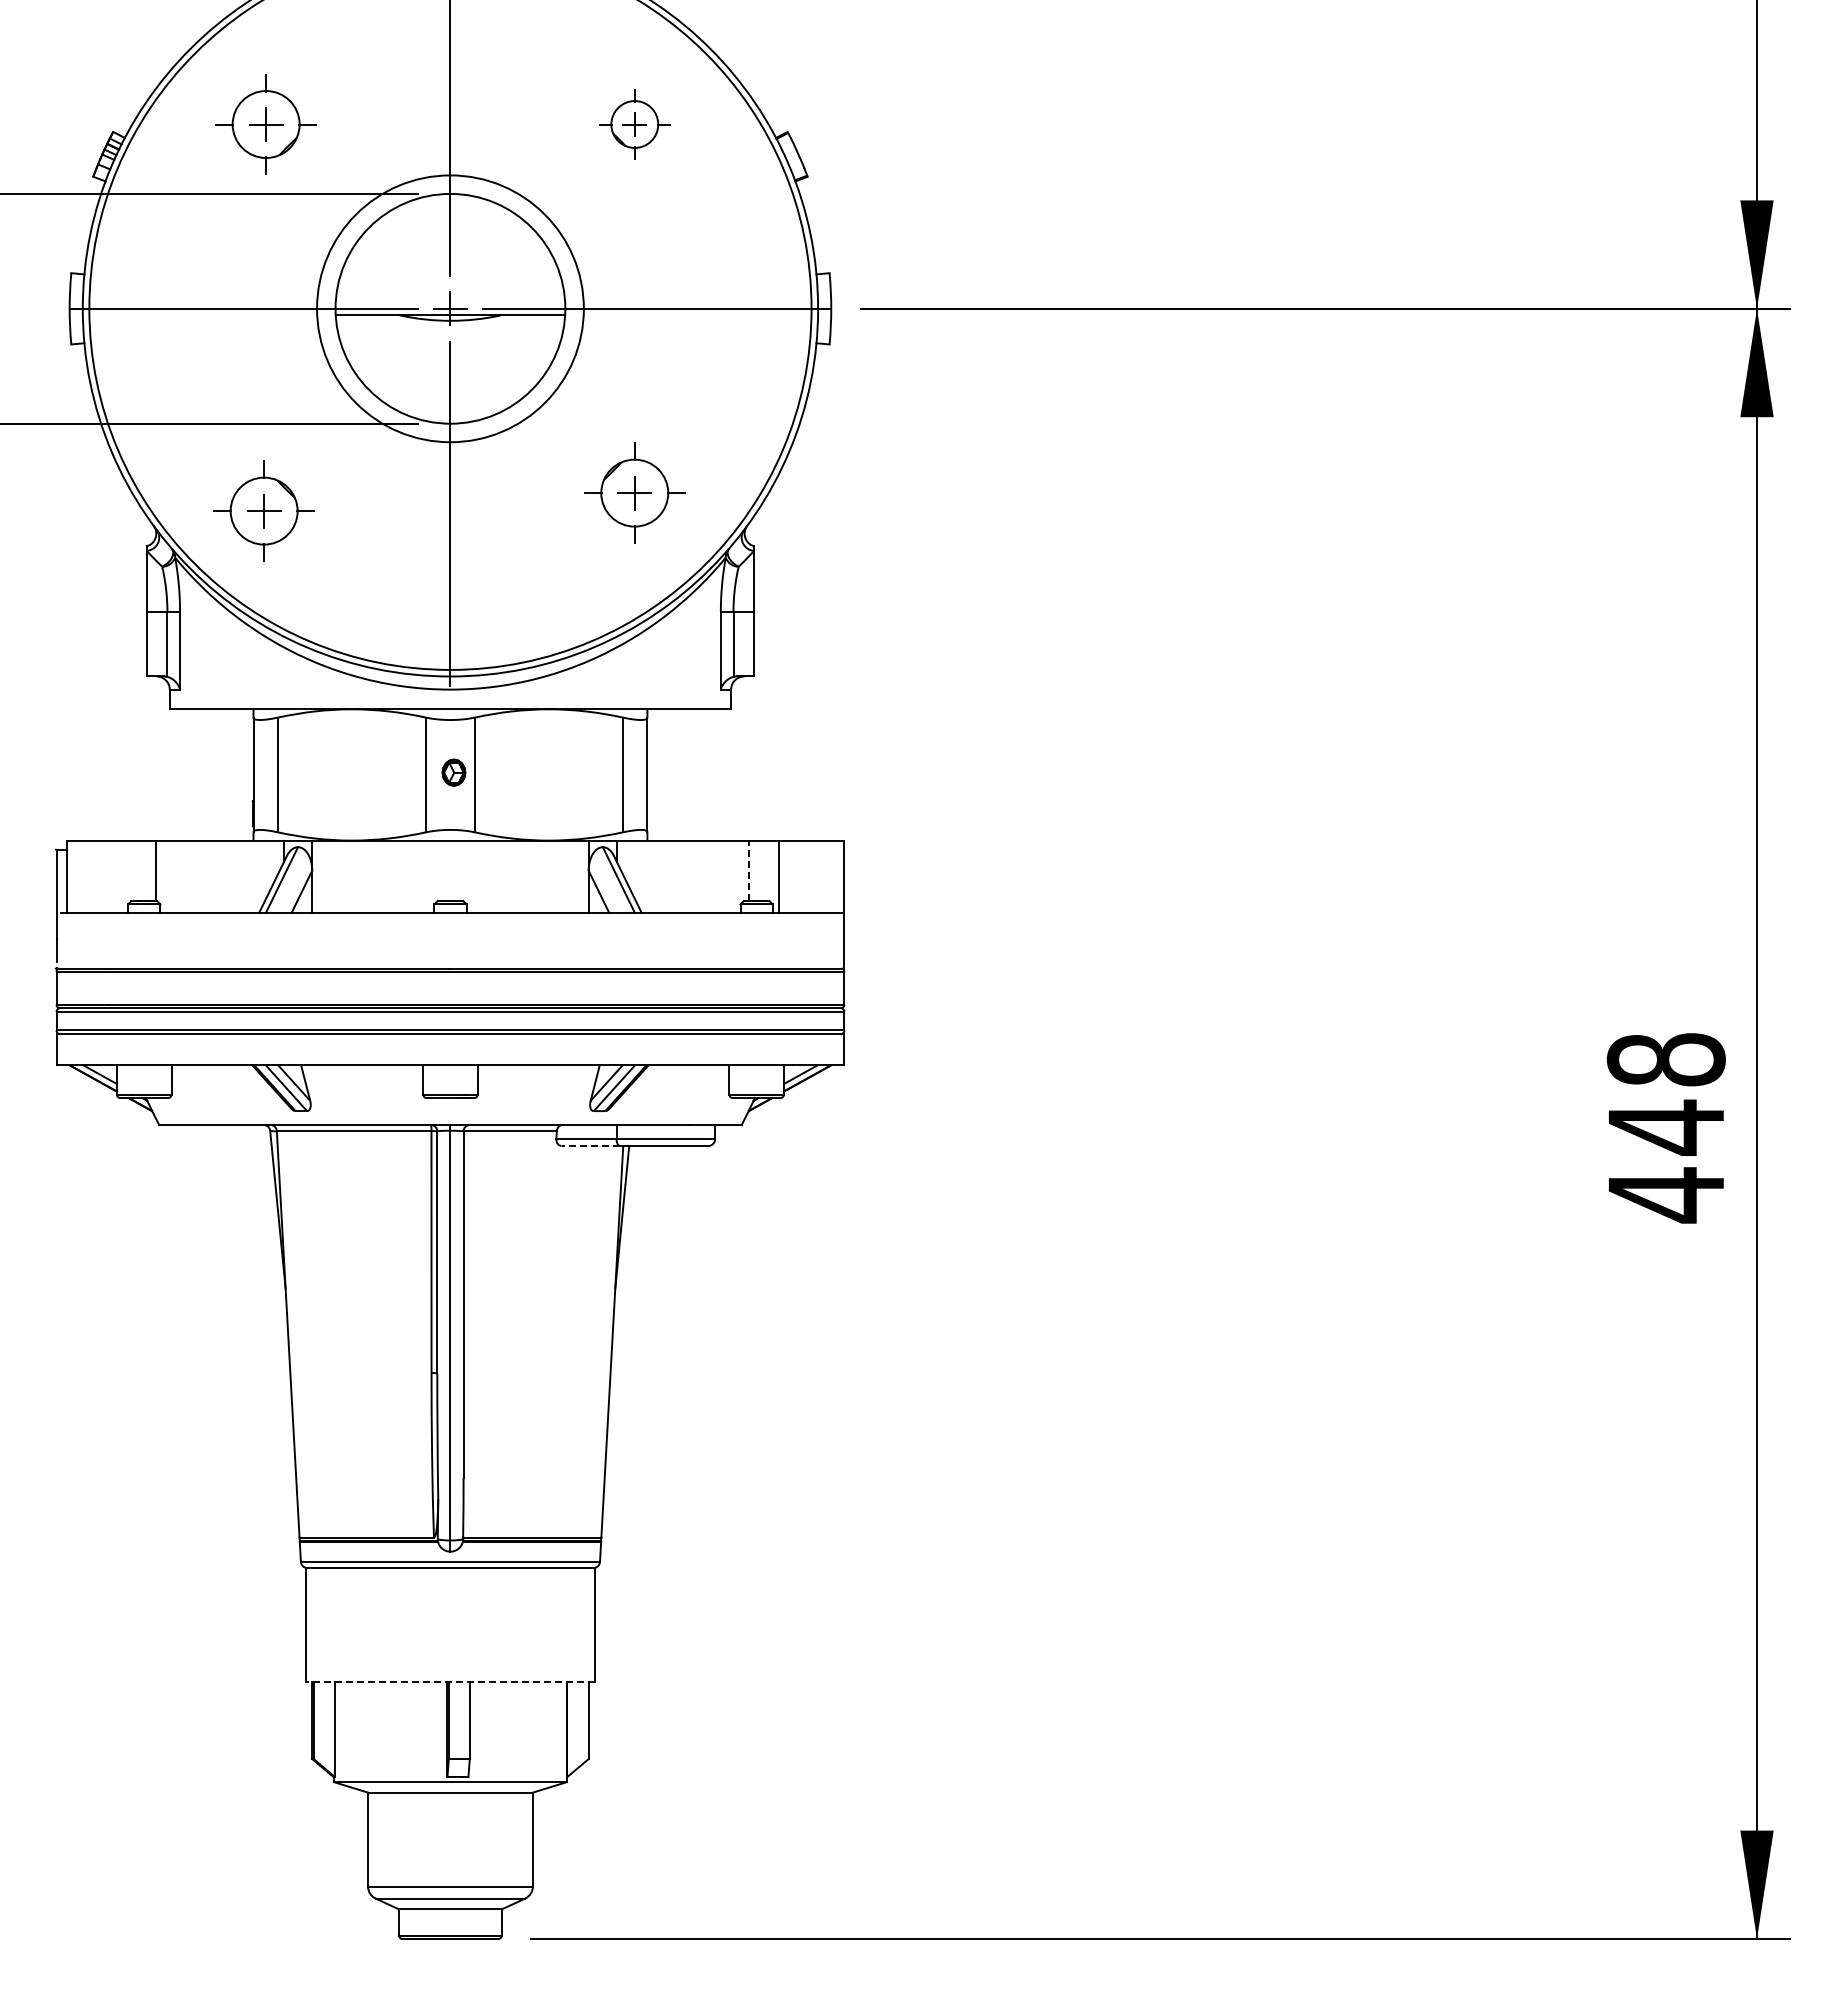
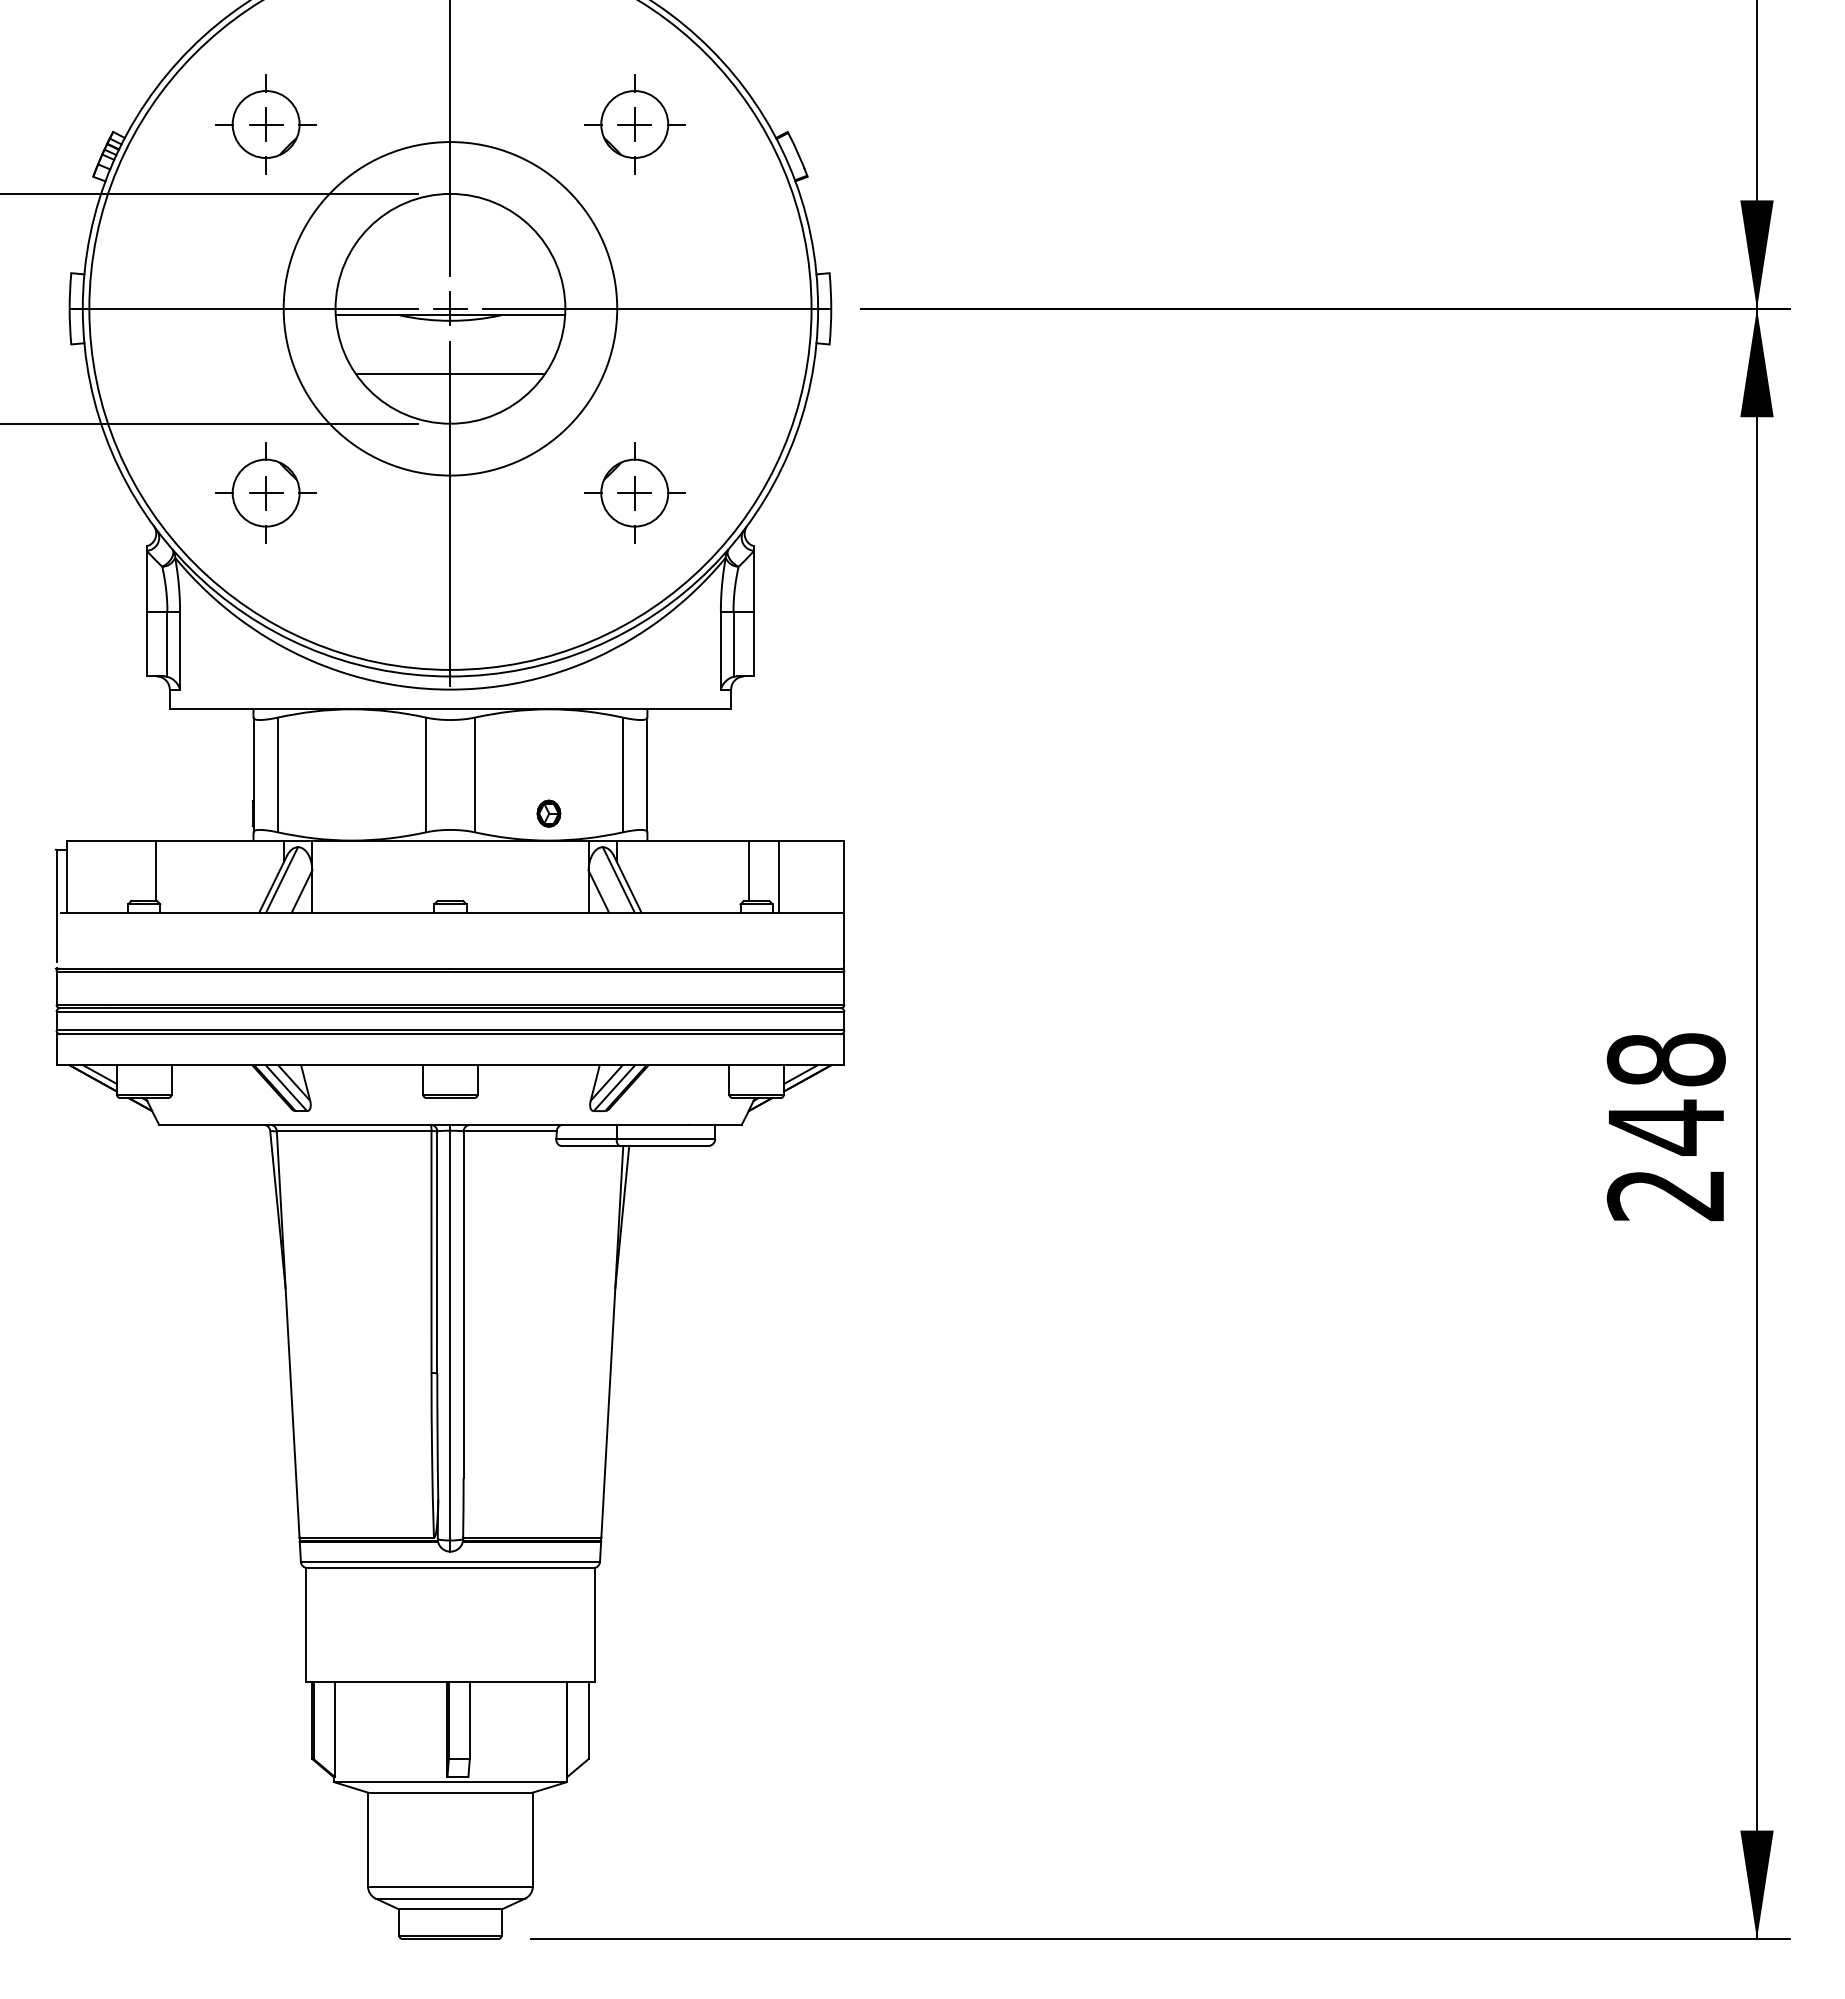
part at (634, 124) size: 72x71 px -> 102x101 px
circle at (450, 308) diameter: 267 px -> 334 px
line at (450, 374): none -> present
part at (263, 510) position: (263, 510) -> (265, 492)
part at (453, 772) position: (453, 772) -> (548, 813)
line at (748, 870): dashed -> solid
line at (590, 1145): dashed -> solid
text at (1664, 1195): 448 -> 248
line at (449, 1682): dashed -> solid
